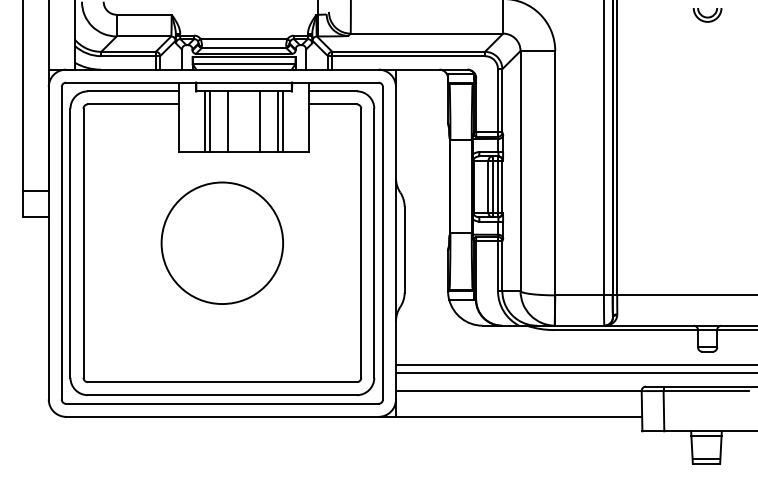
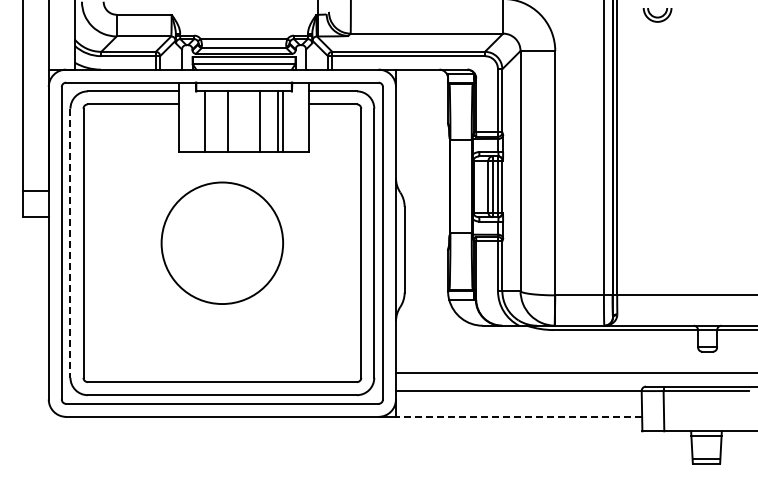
part at (707, 15) position: (707, 15) -> (657, 15)
line at (210, 121): present -> none
line at (70, 243): solid -> dashed
line at (574, 364): present -> none
line at (518, 416): solid -> dashed
